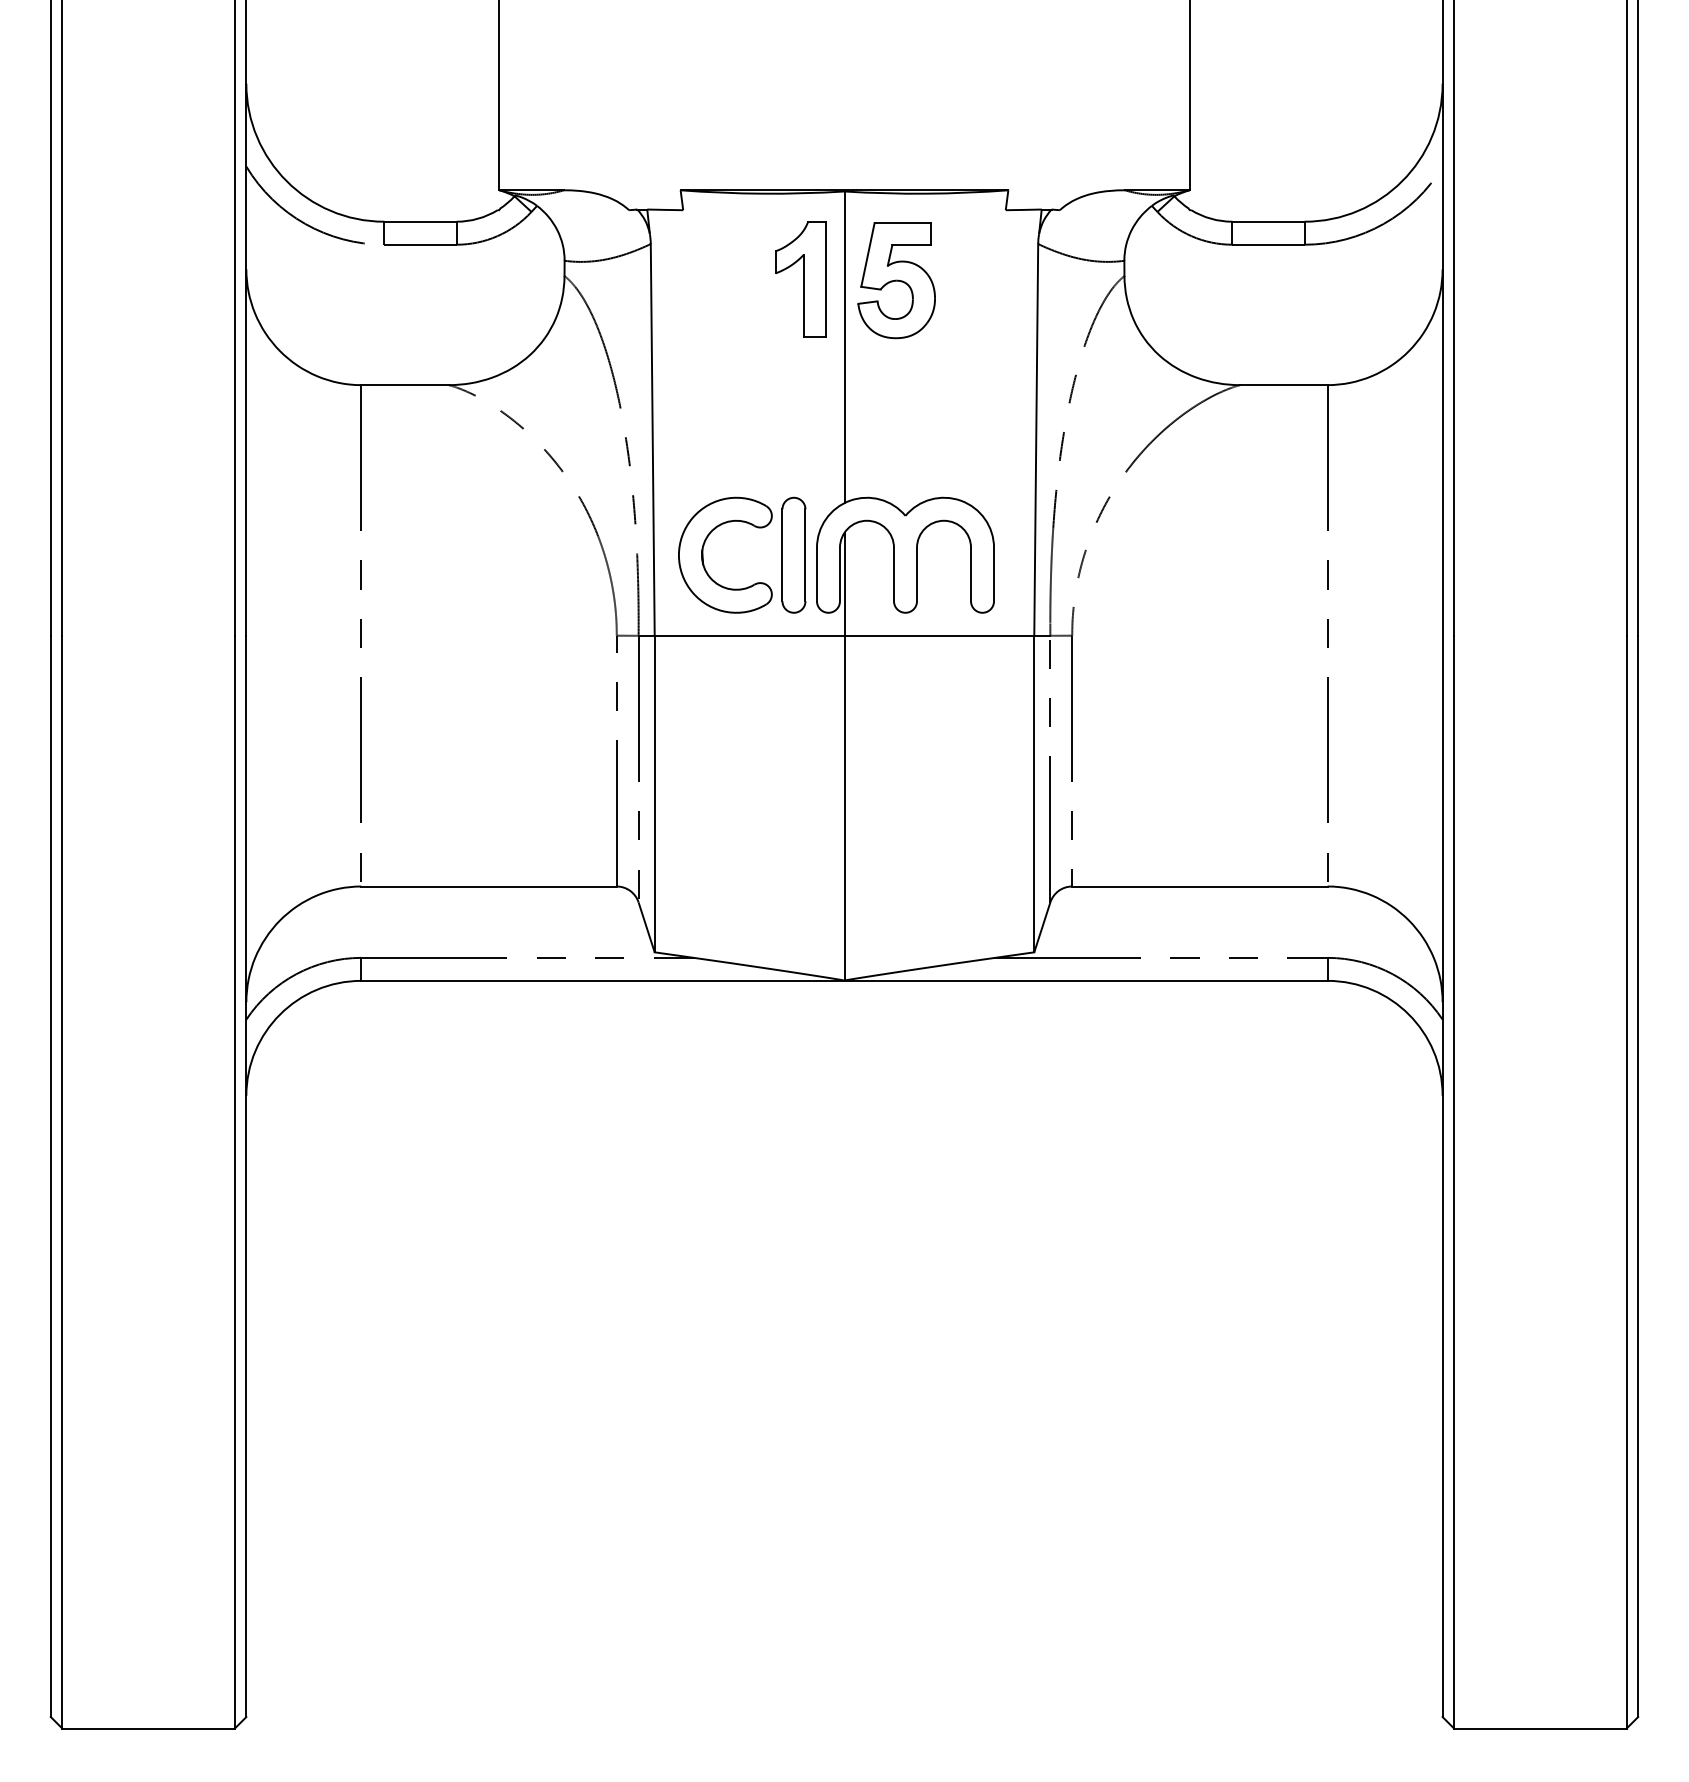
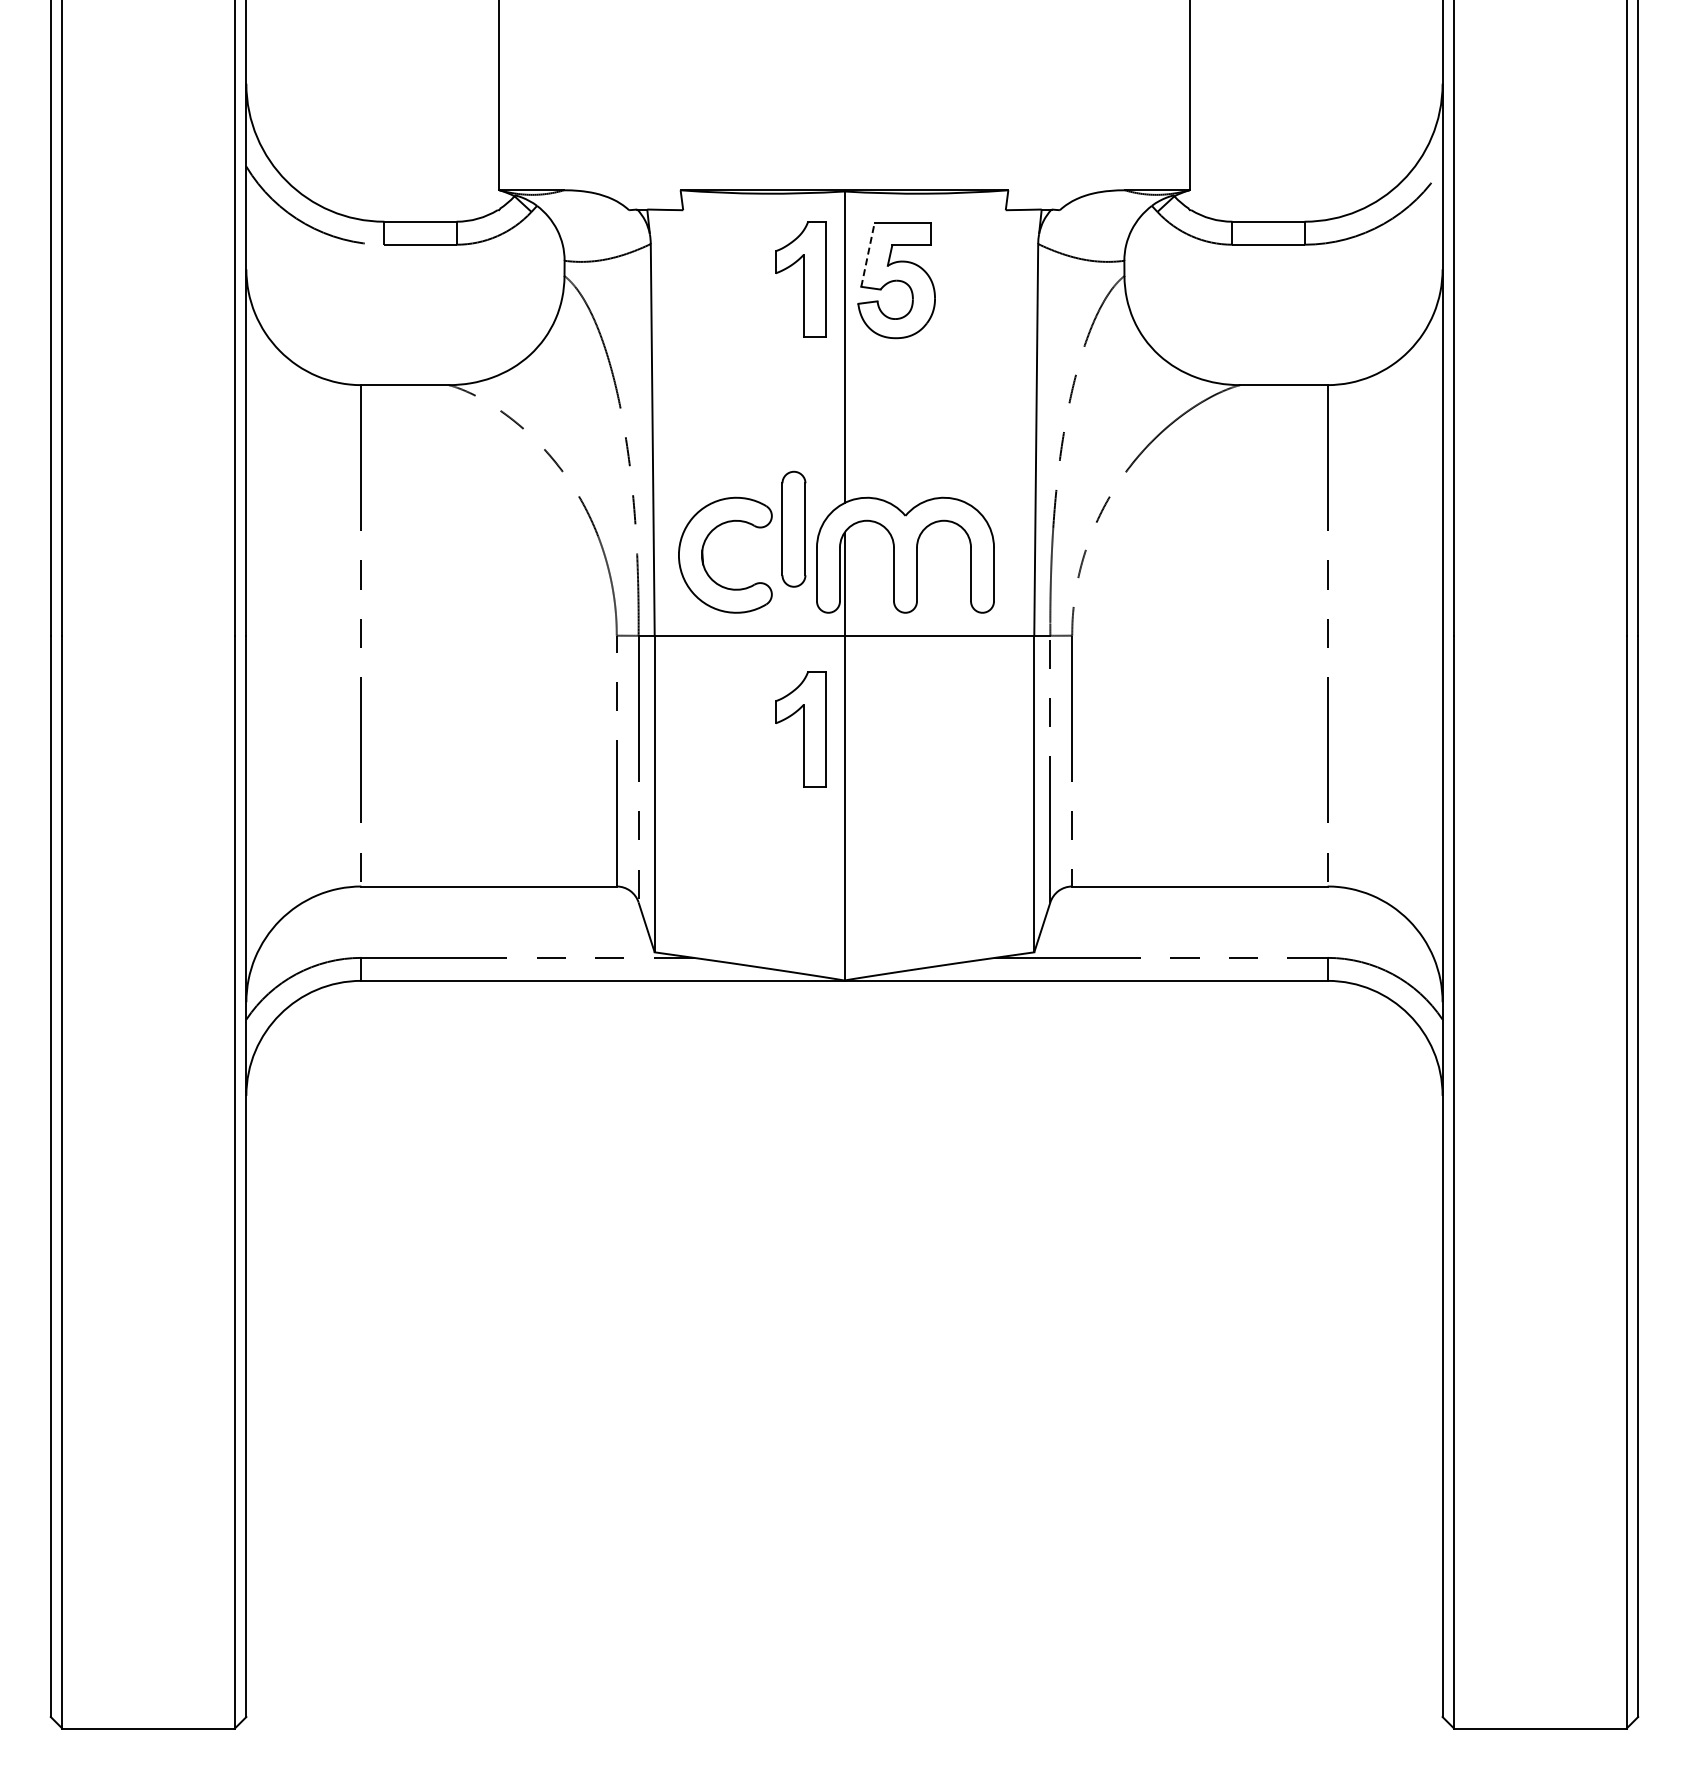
line at (867, 255): solid -> dashed
part at (793, 554) position: (793, 554) -> (793, 528)
part at (800, 729): none -> present
